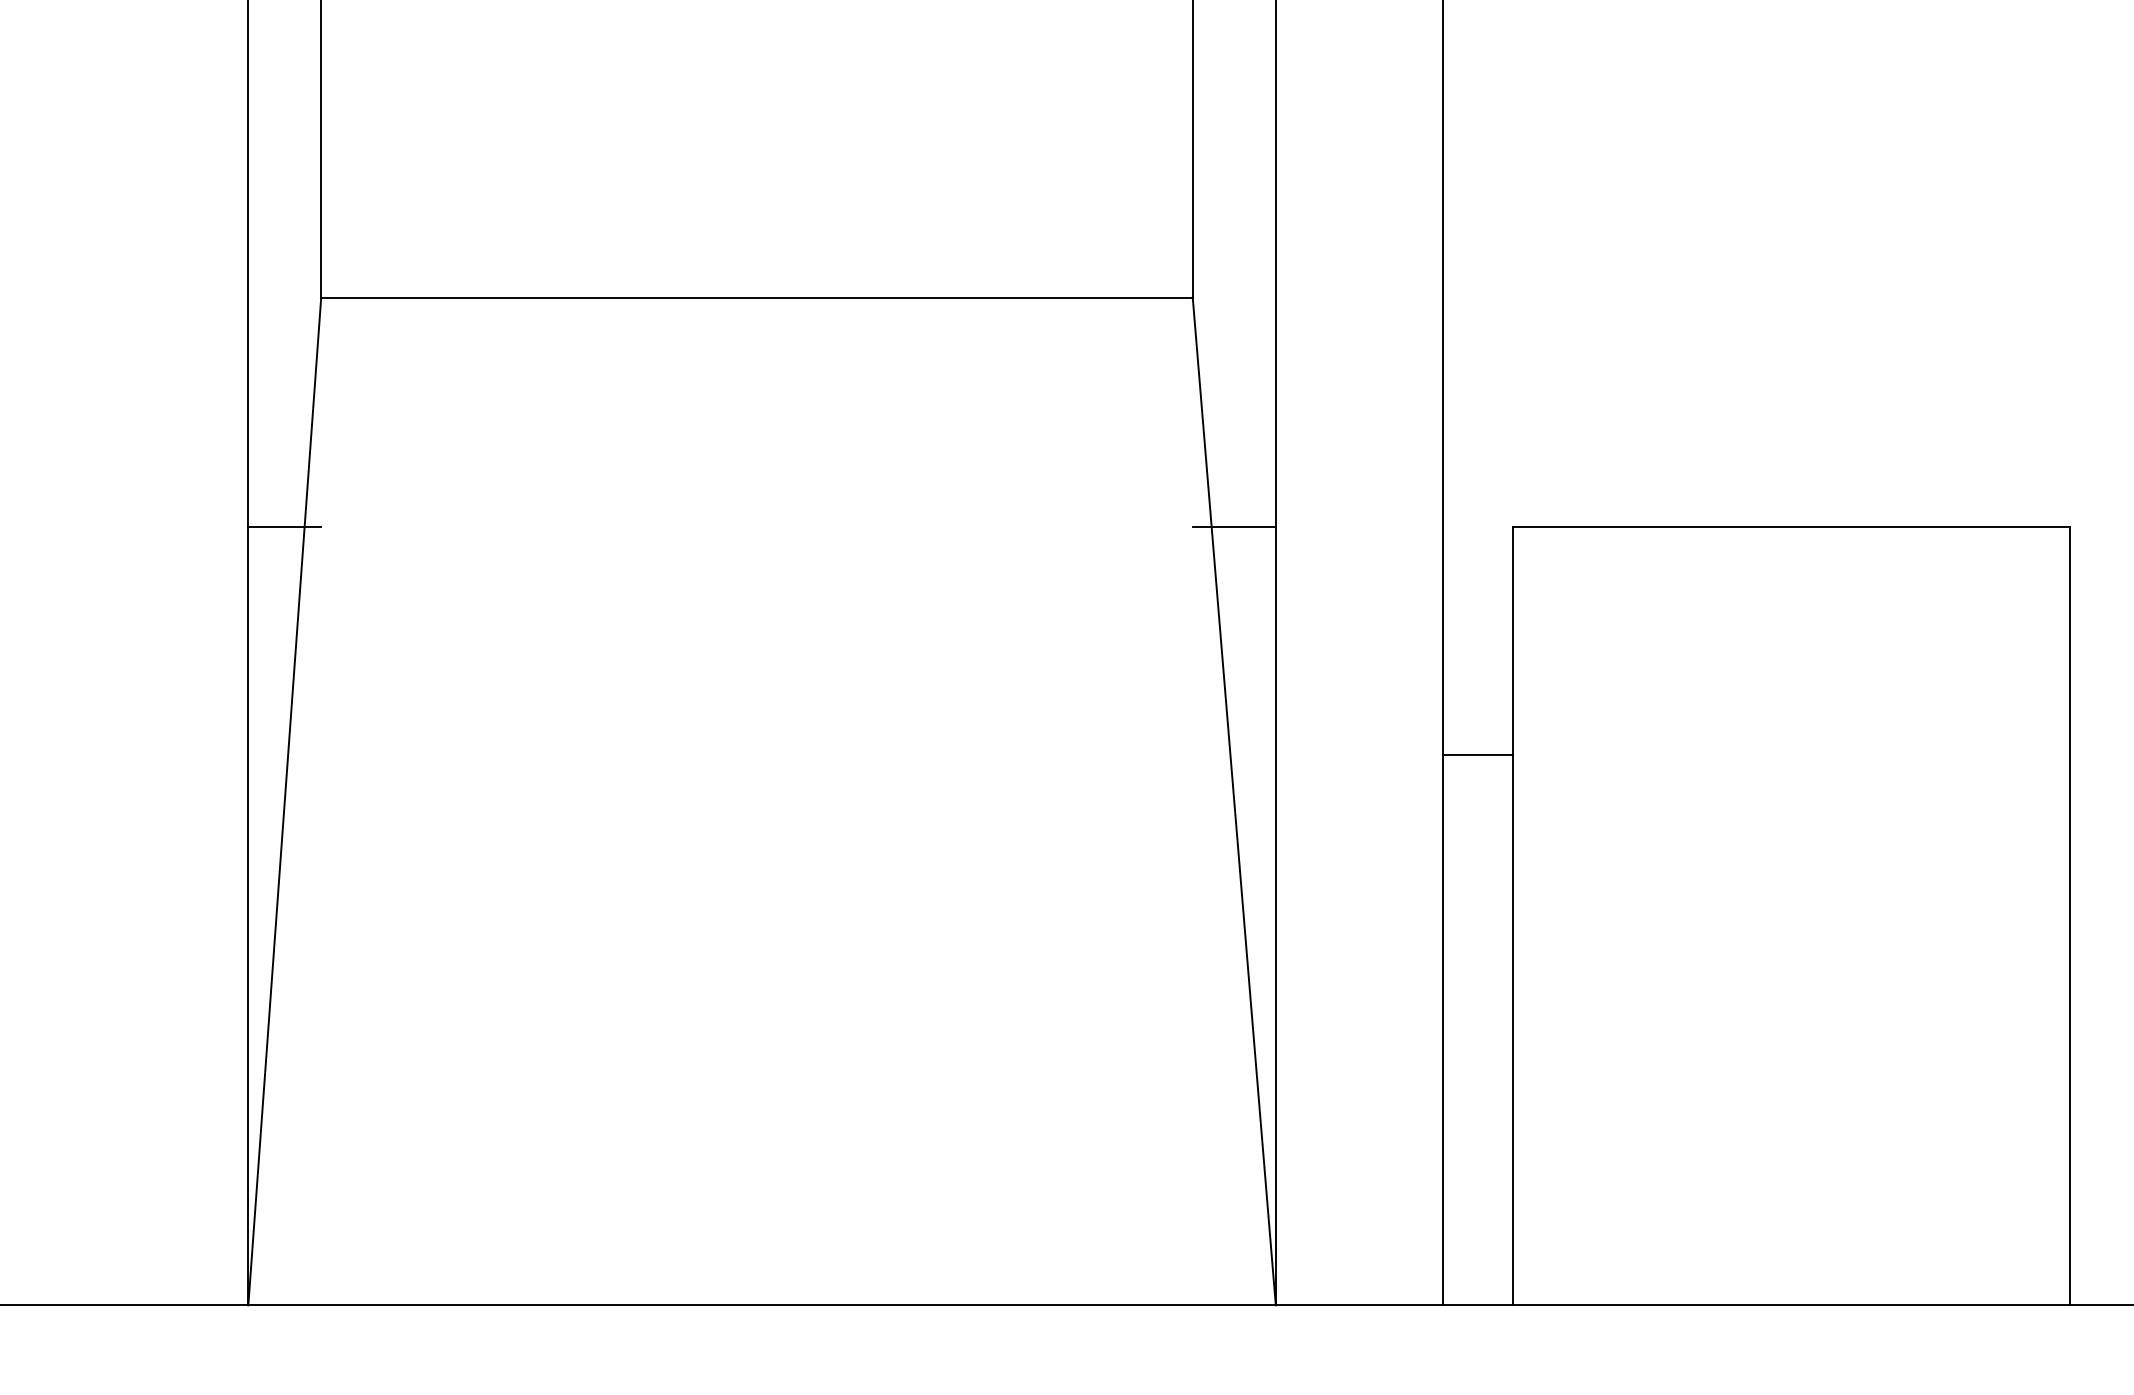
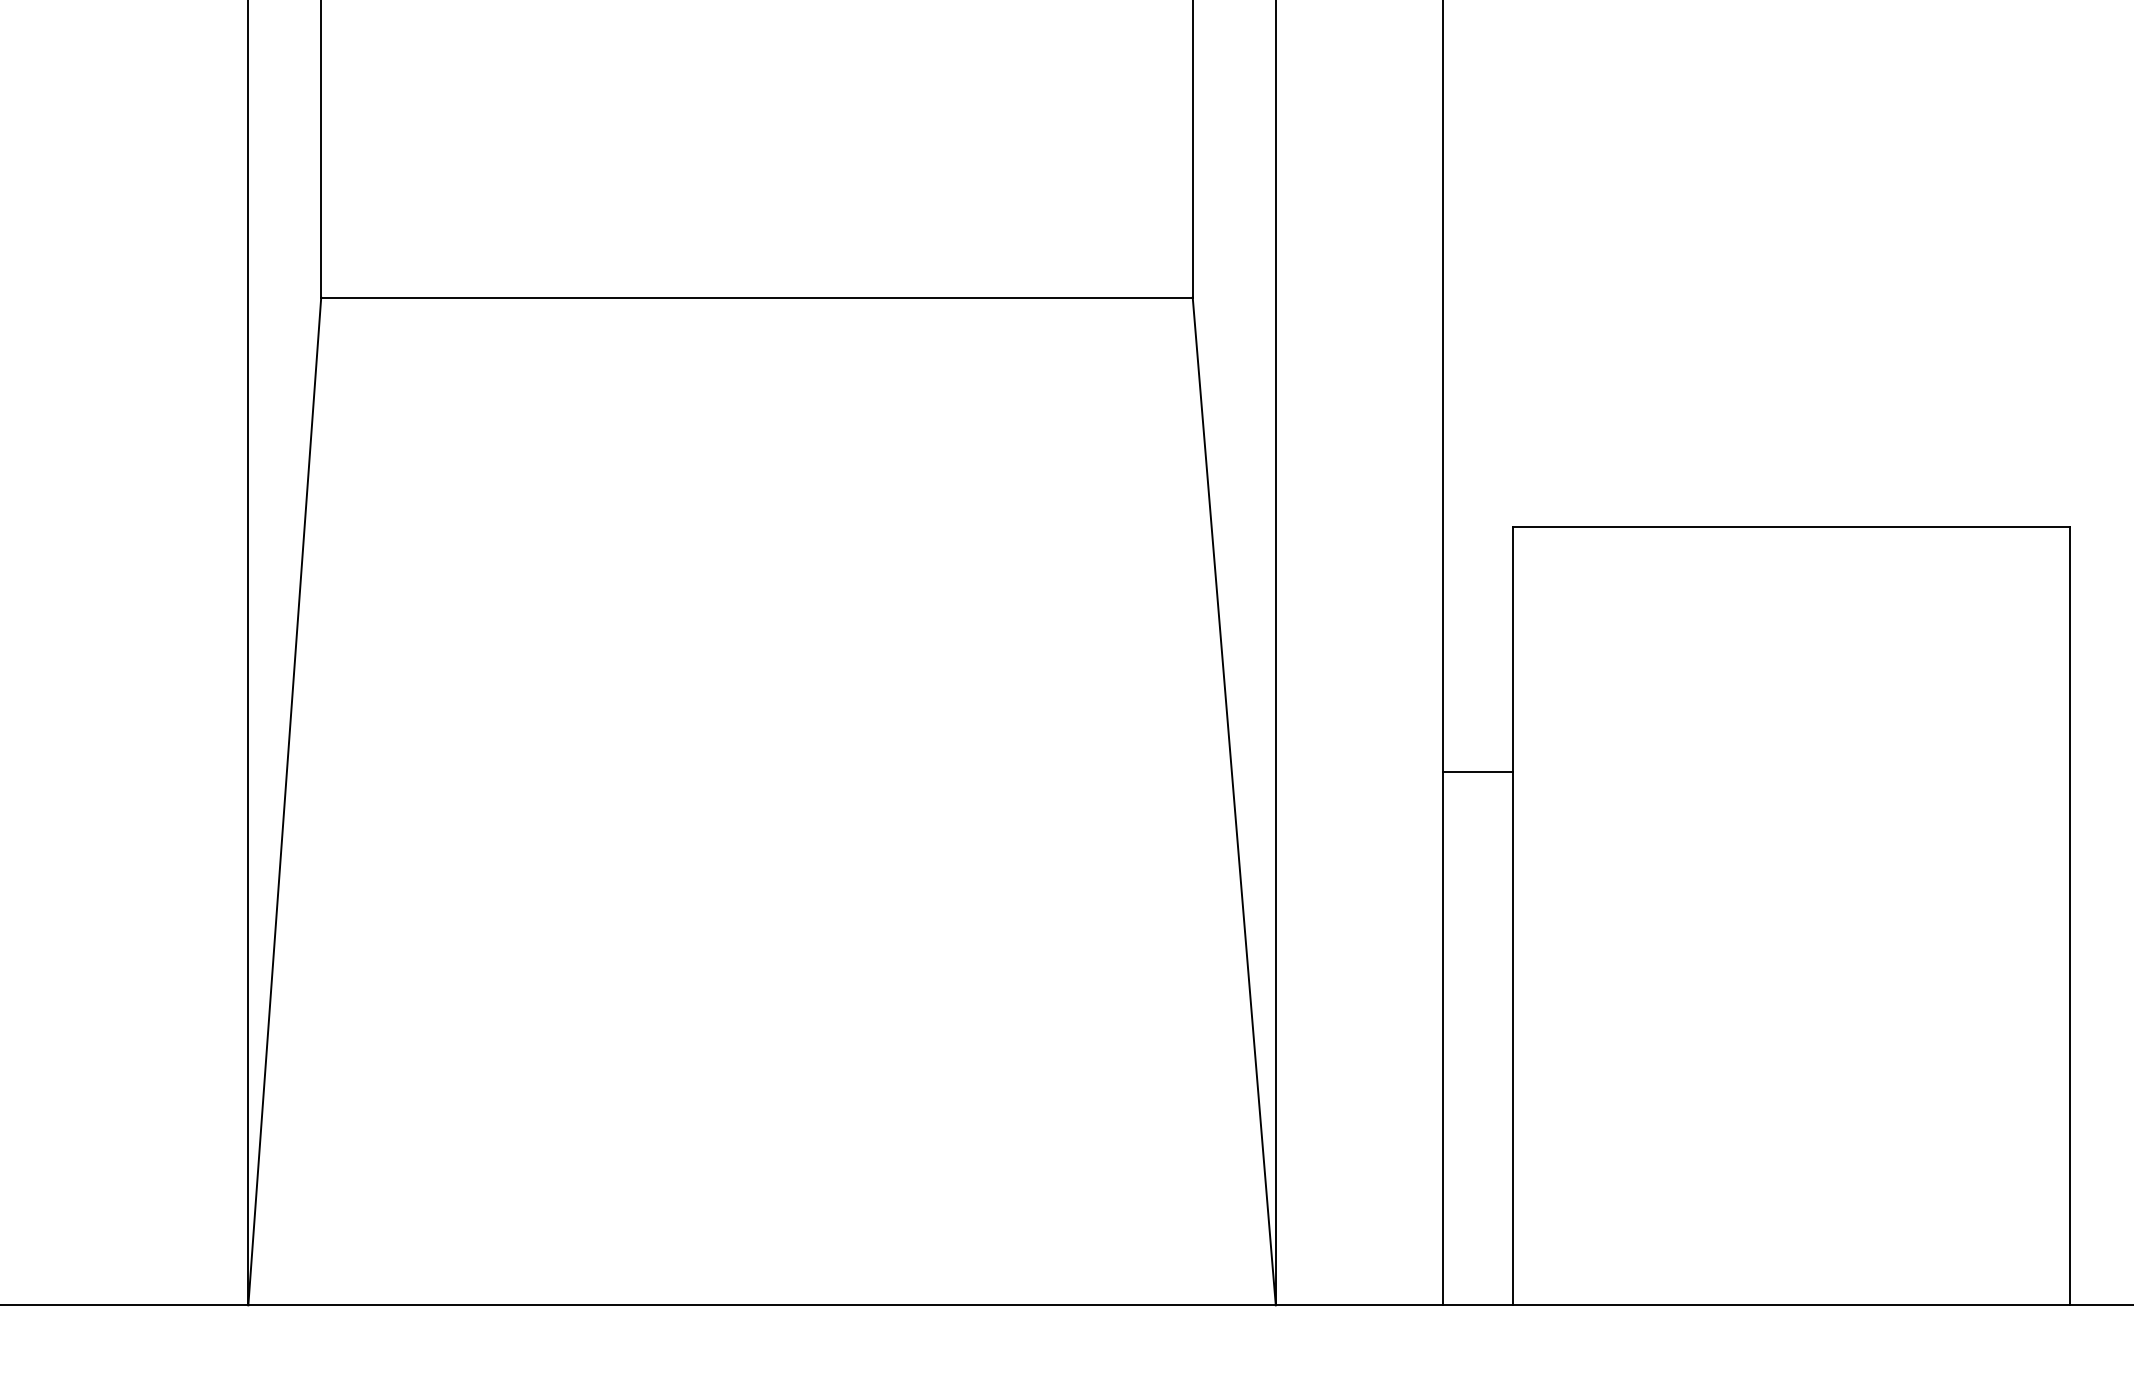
line at (284, 527): present -> none
line at (1233, 527): present -> none
line at (1477, 754) position: (1477, 754) -> (1477, 771)
